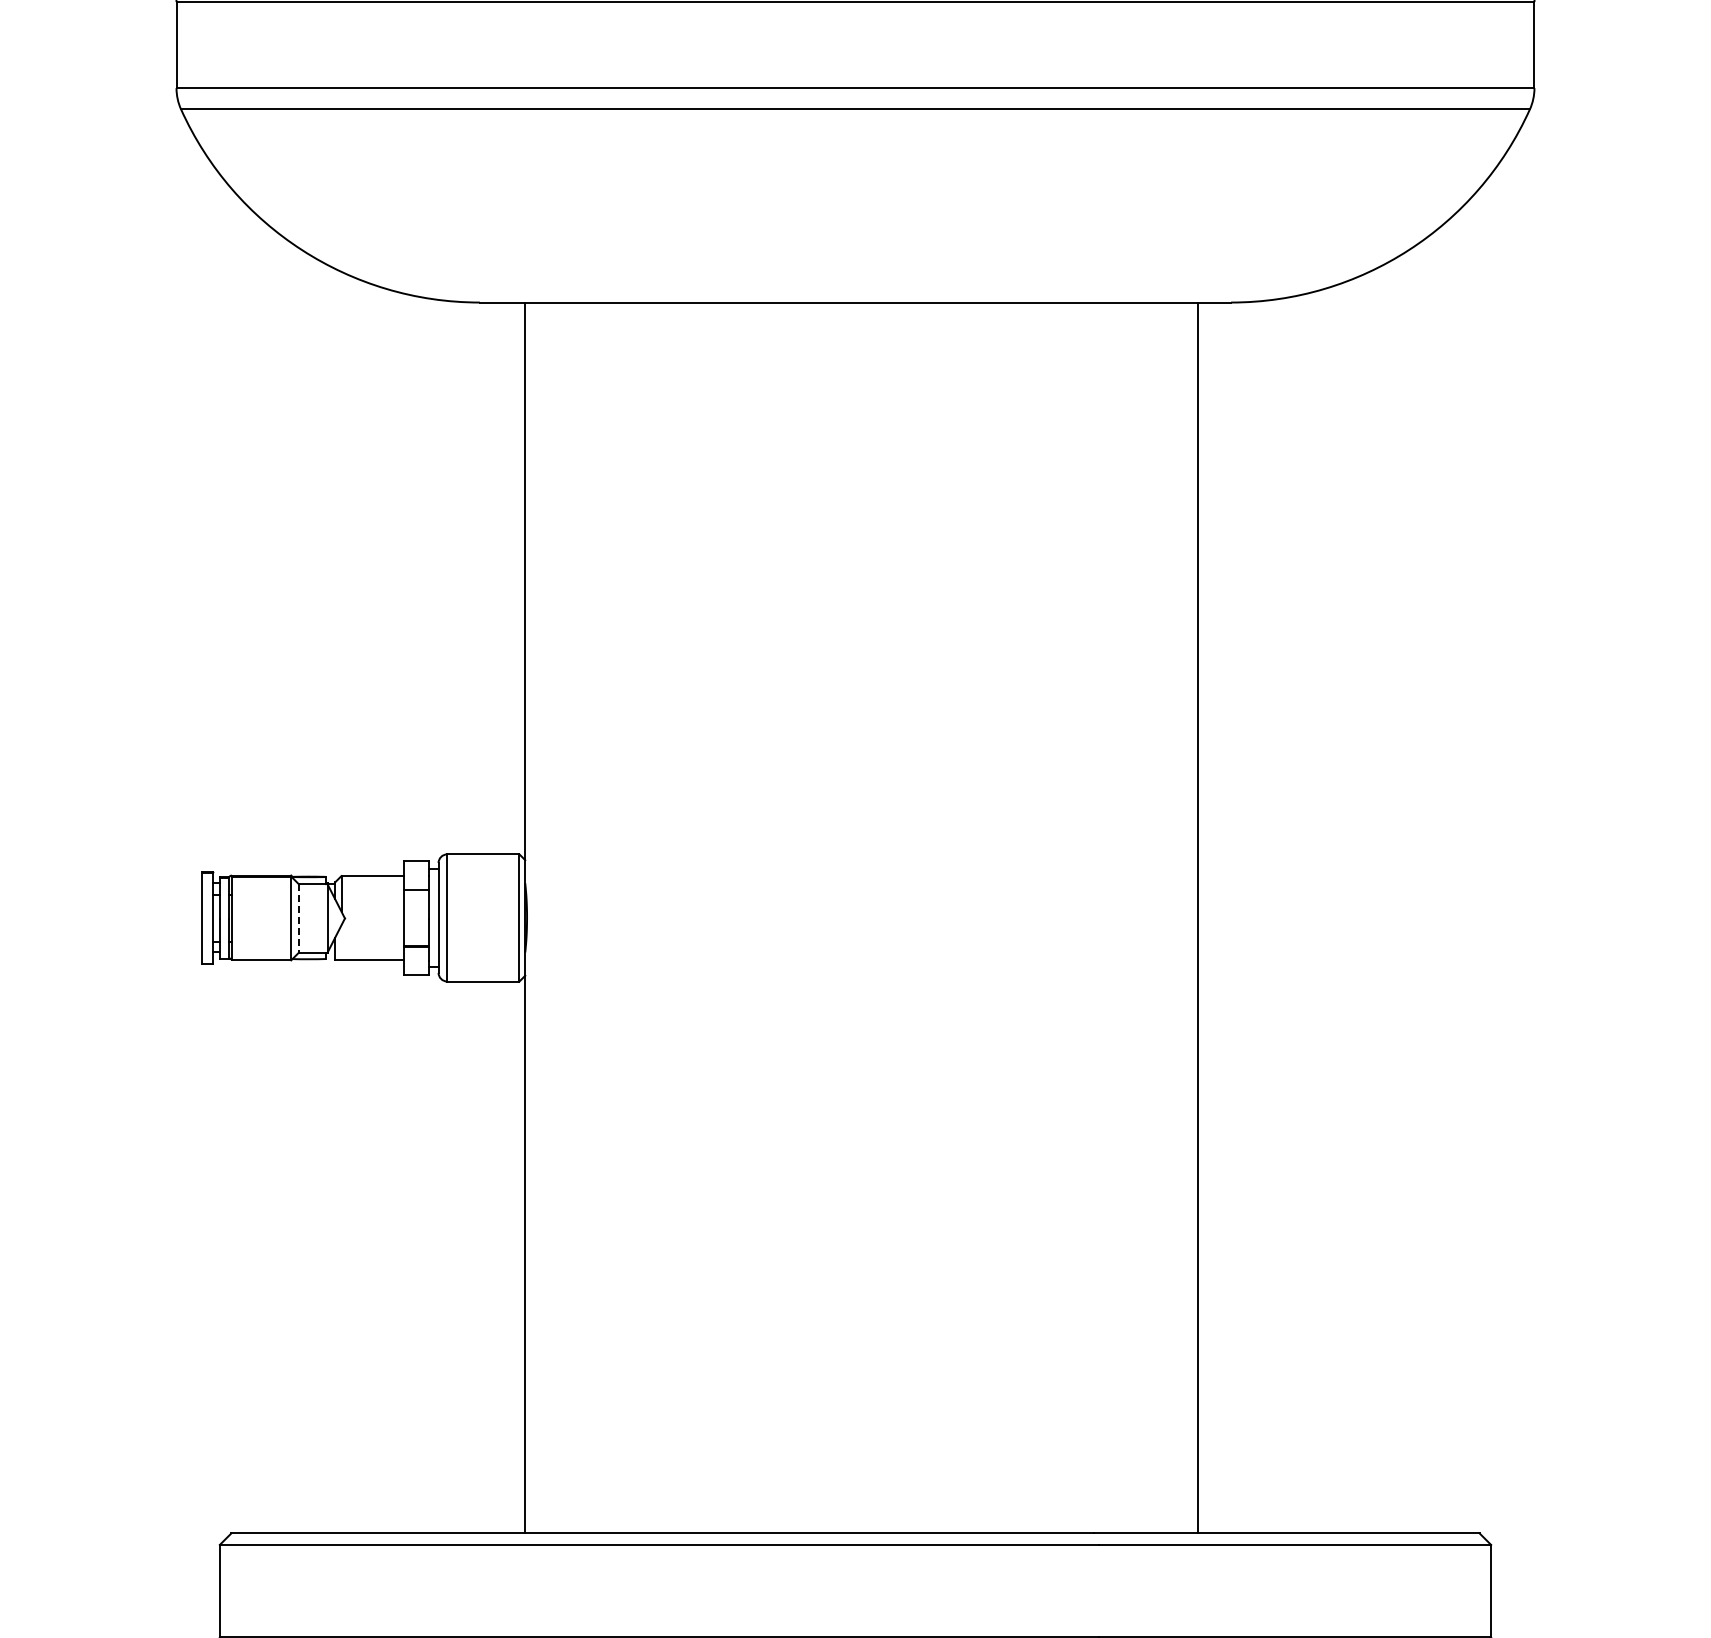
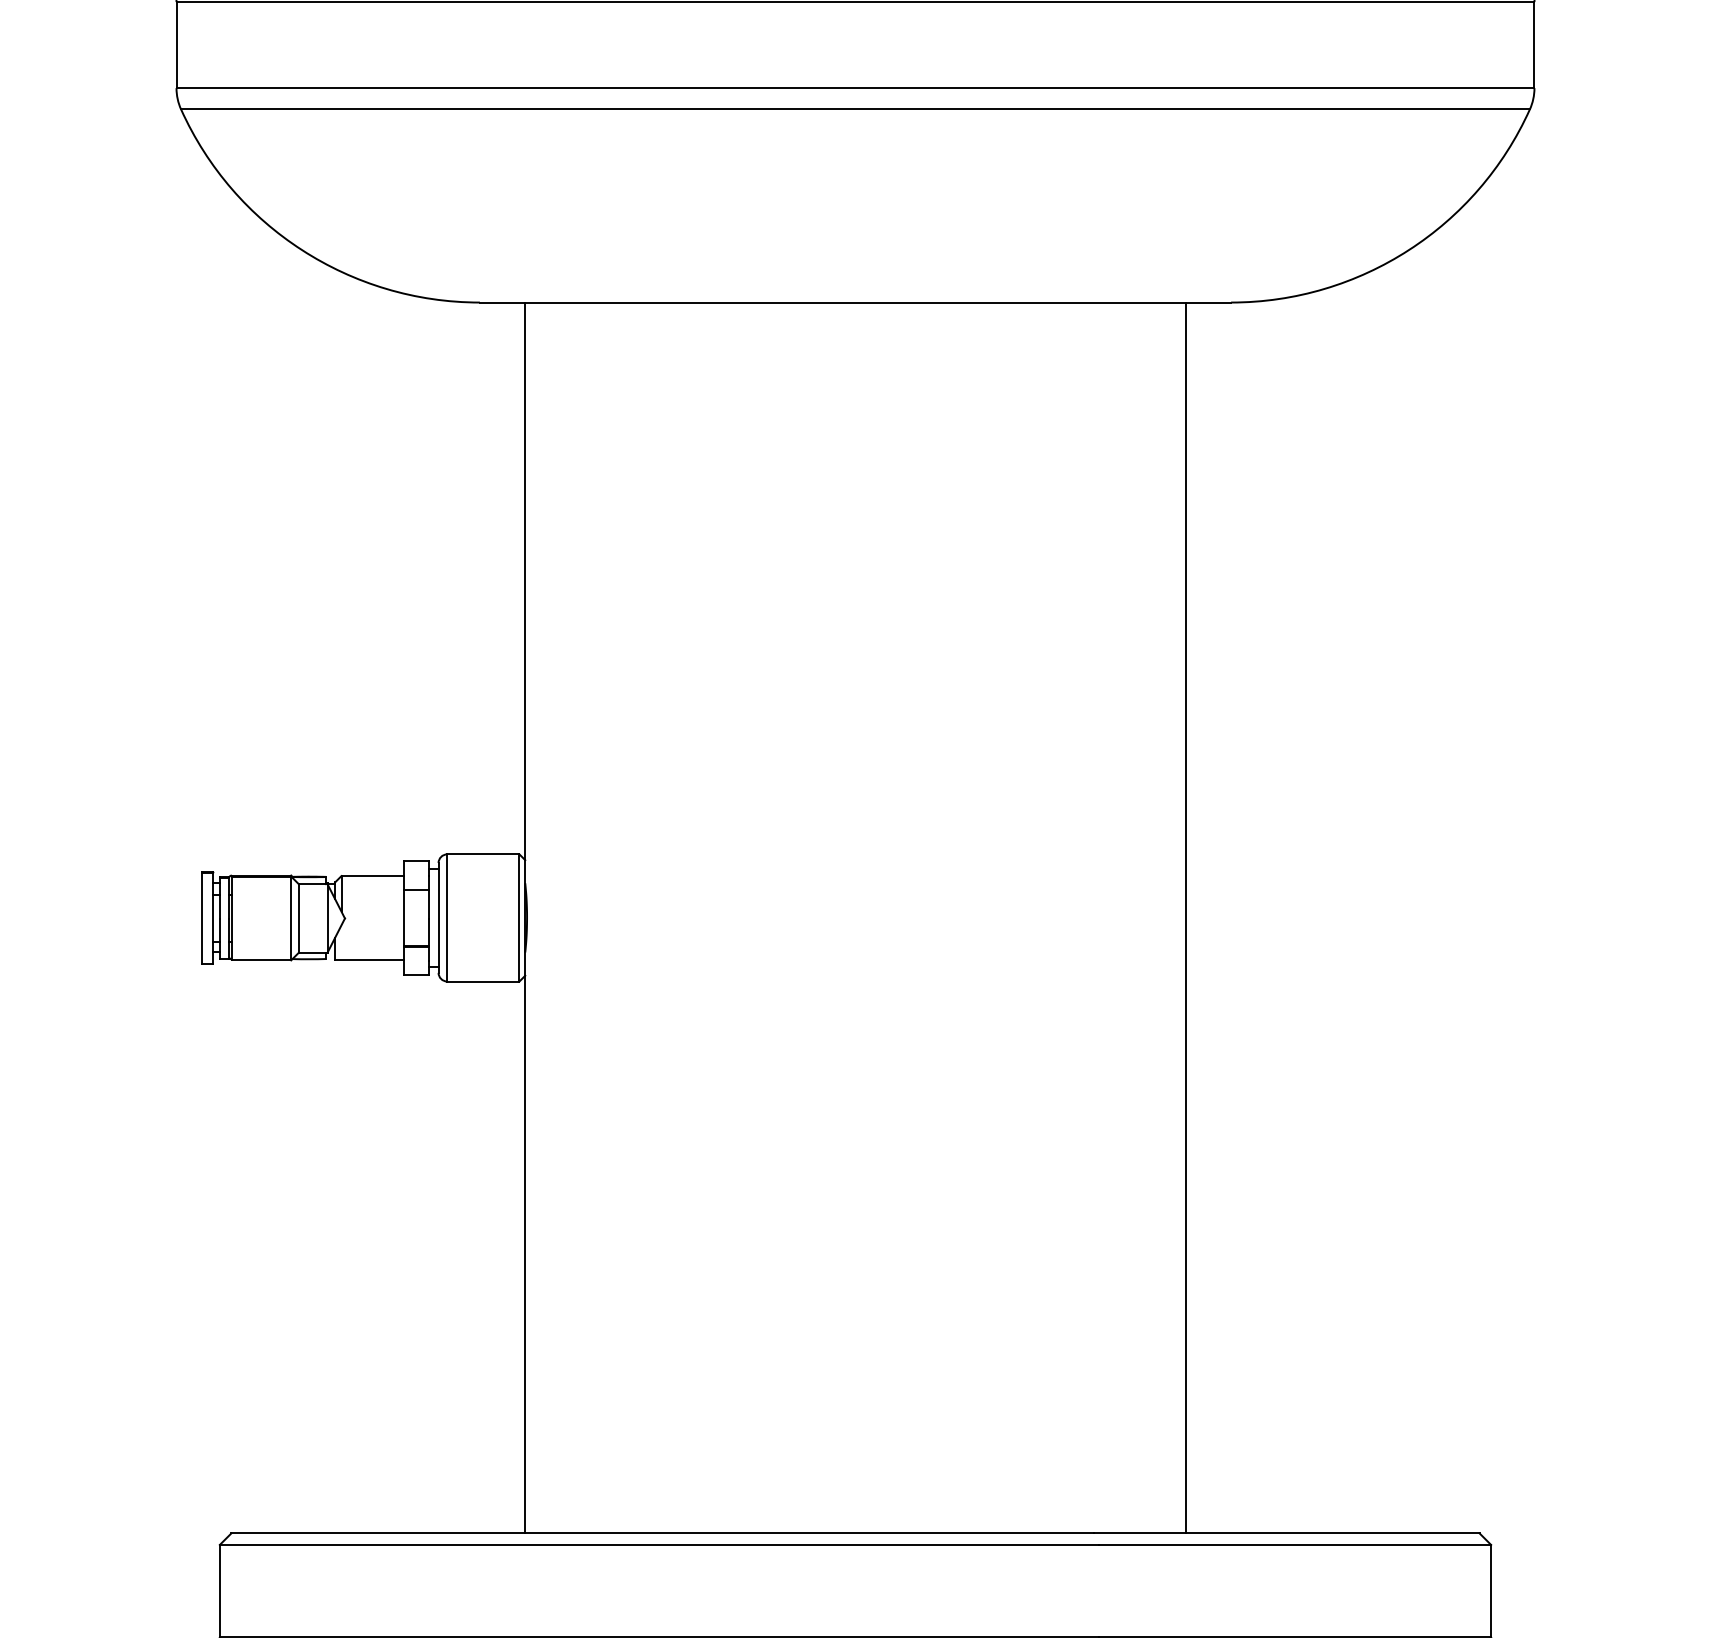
line at (1197, 917) position: (1197, 917) -> (1185, 917)
line at (298, 918): dashed -> solid
